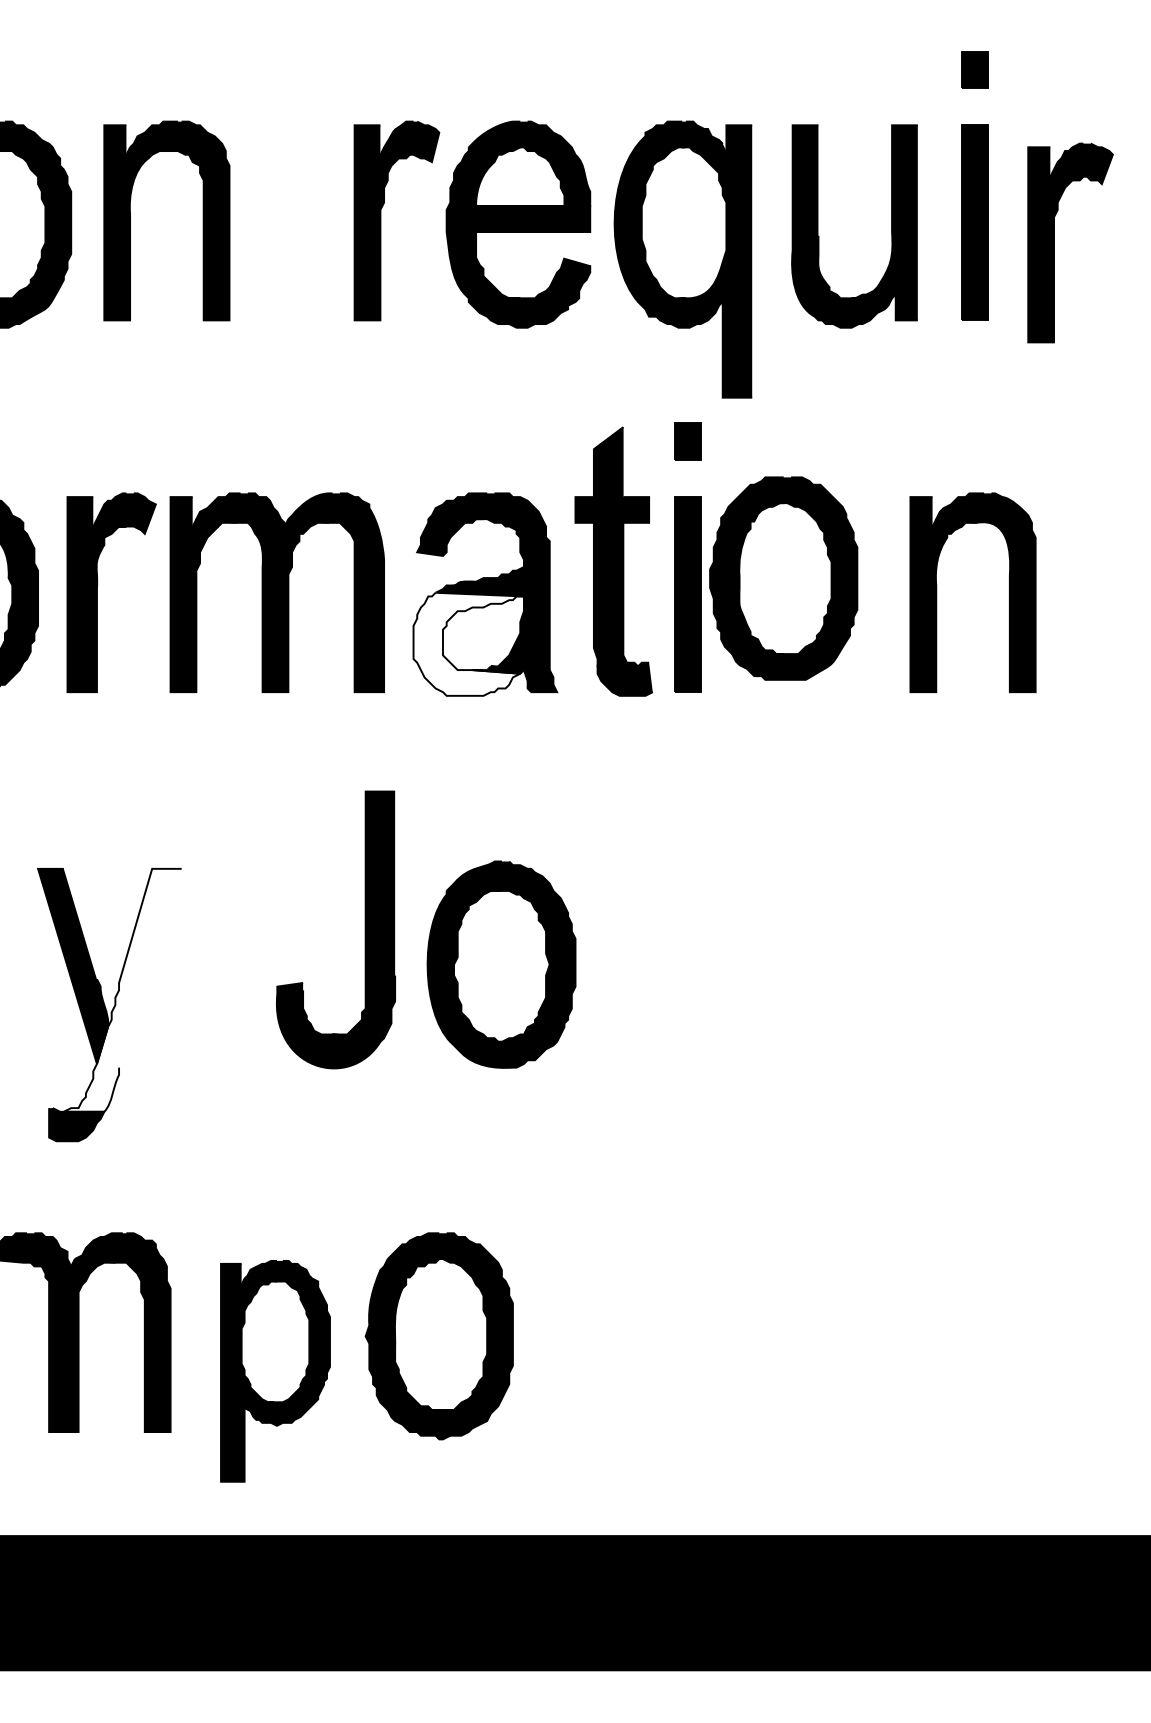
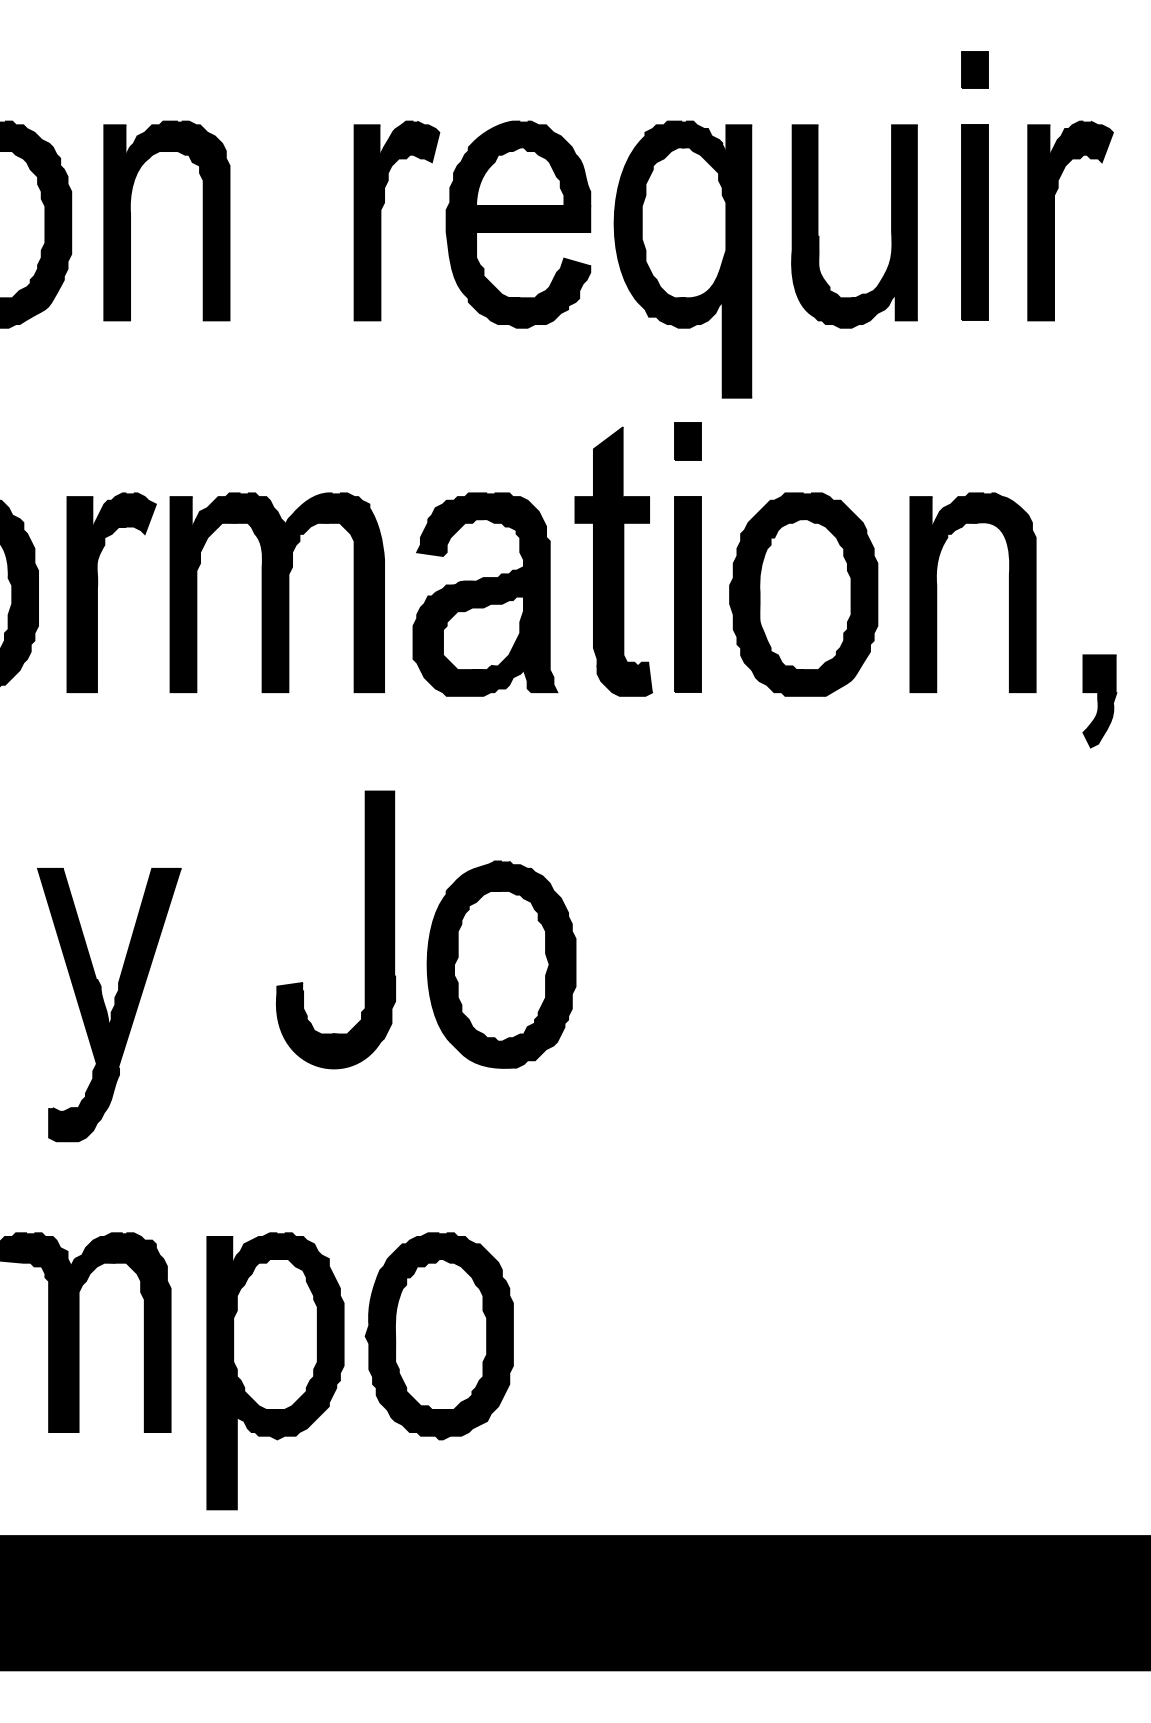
part at (1054, 242) position: (1054, 242) -> (1054, 220)
part at (783, 578) position: (783, 578) -> (803, 594)
fill at (468, 643): none -> present
part at (1099, 701): none -> present
fill at (122, 989): none -> present
part at (275, 1371) size: 111x223 px -> 139x279 px
